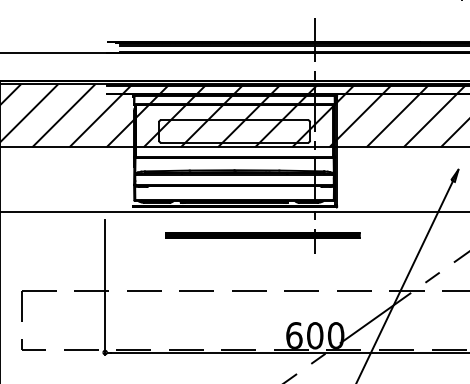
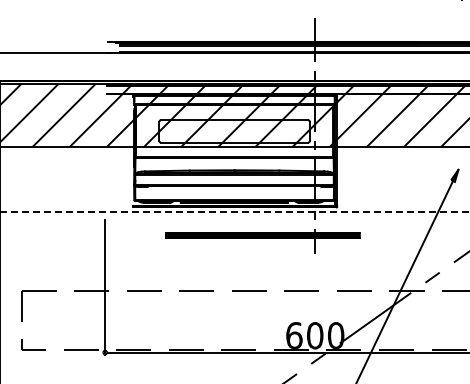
line at (234, 211): solid -> dashed
